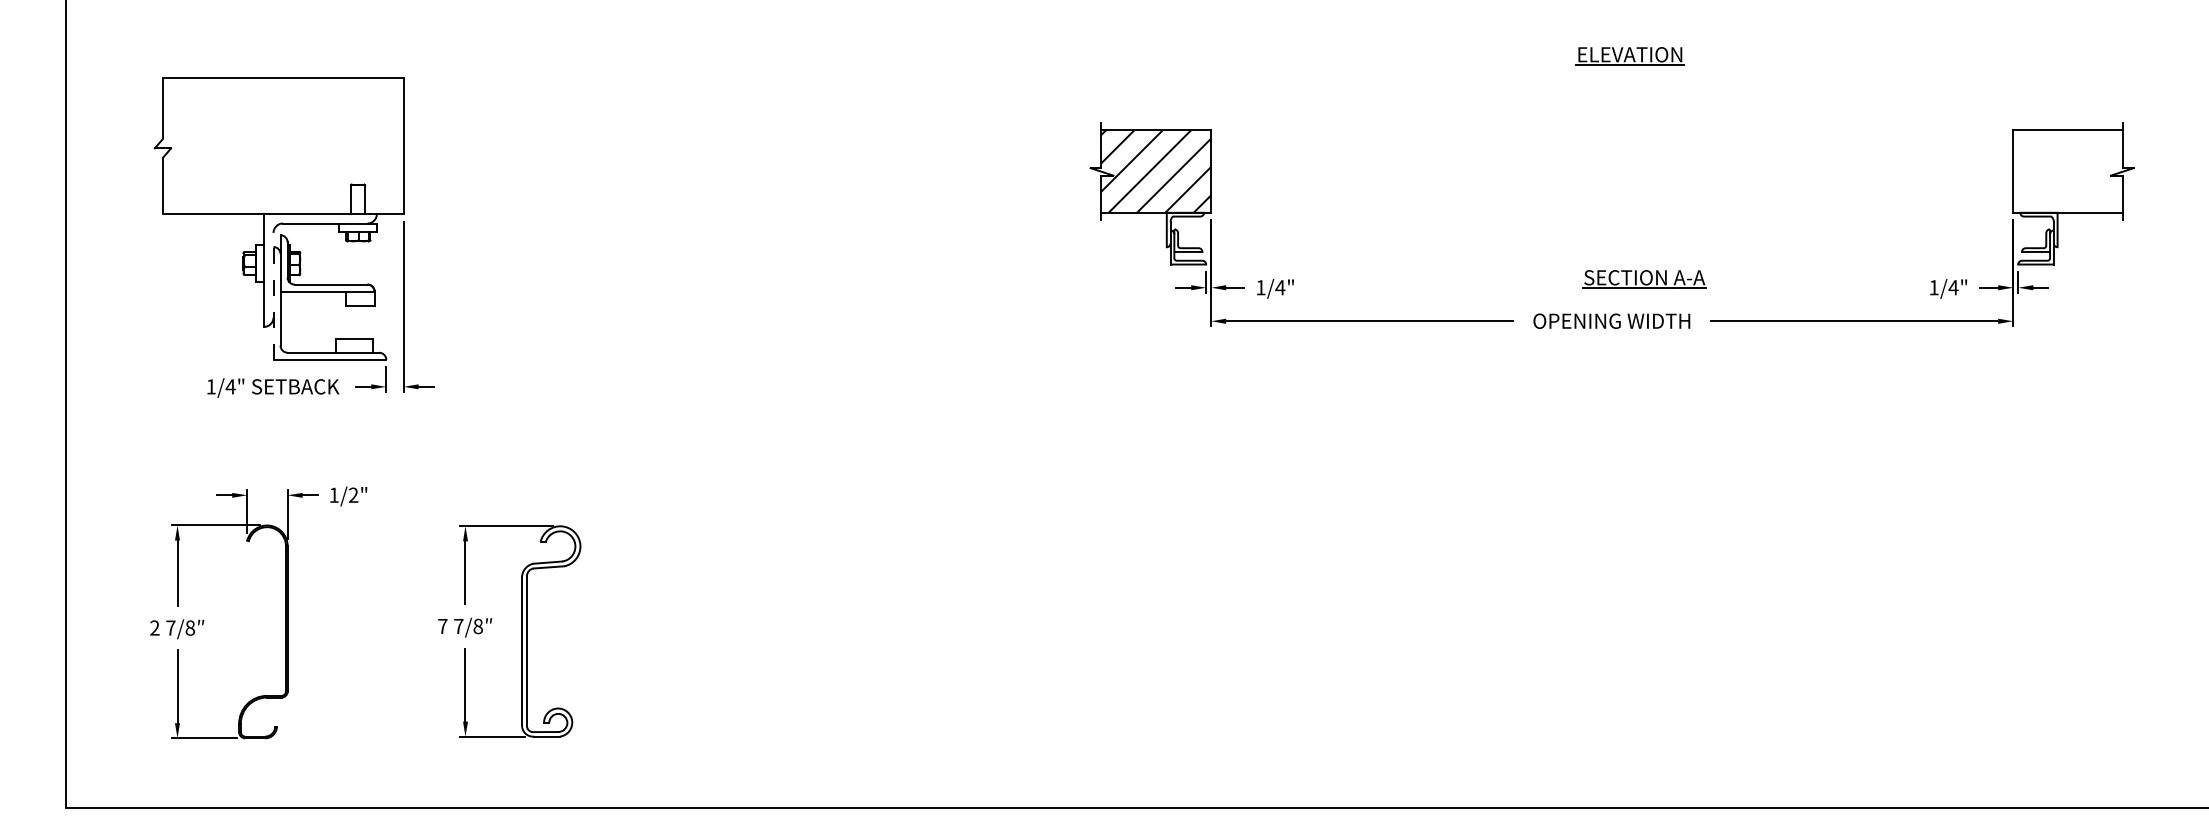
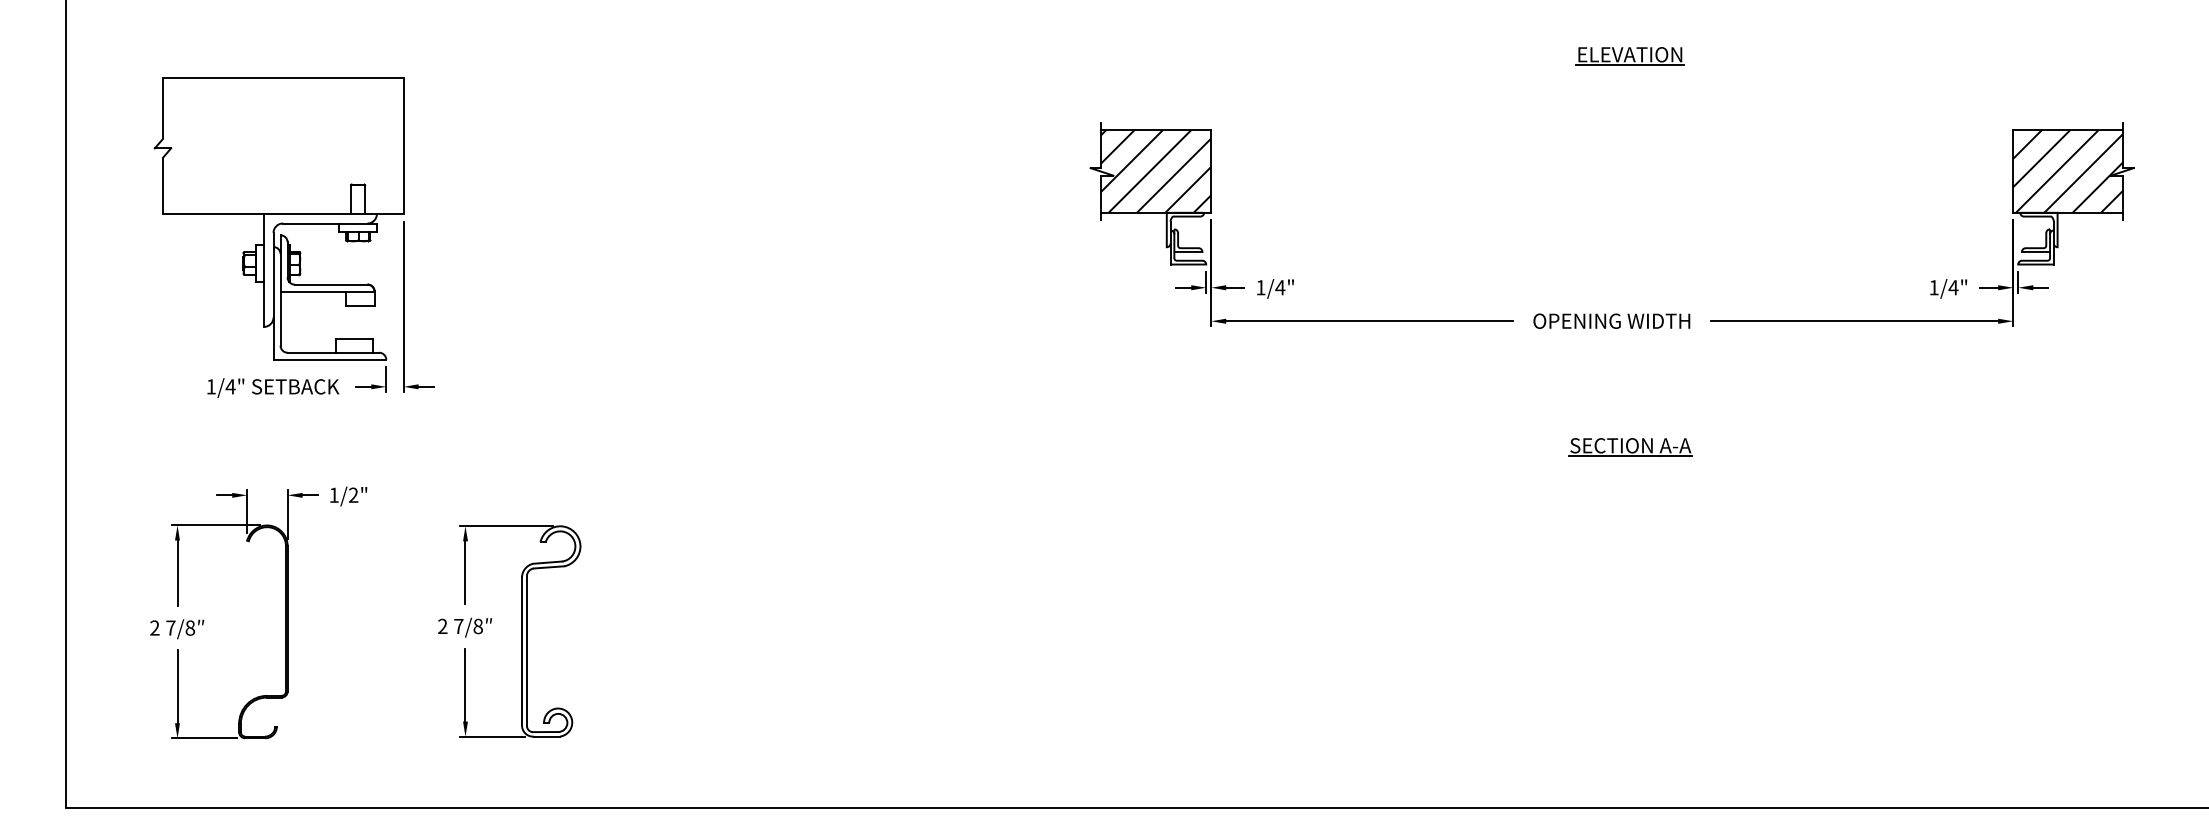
hatch at (2068, 171): none -> present
part at (1644, 279) position: (1644, 279) -> (1630, 447)
line at (273, 295): dashed -> solid
text at (442, 625): 7 -> 2
